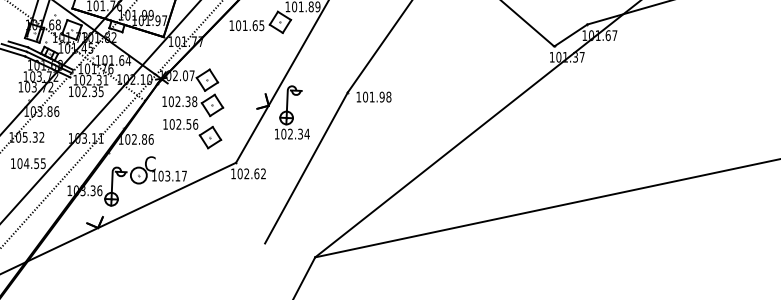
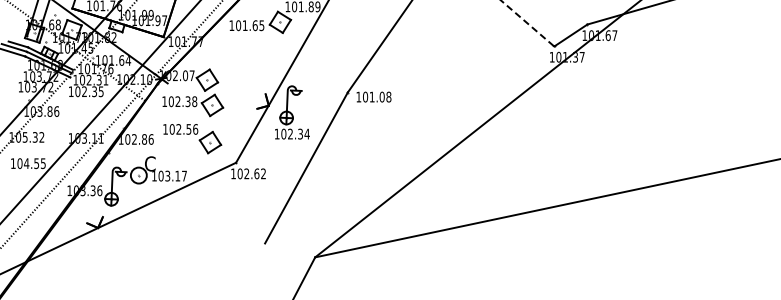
line at (527, 23): solid -> dashed
text at (381, 97): 101.98 -> 101.08
part at (192, 134) position: (192, 134) -> (192, 139)
